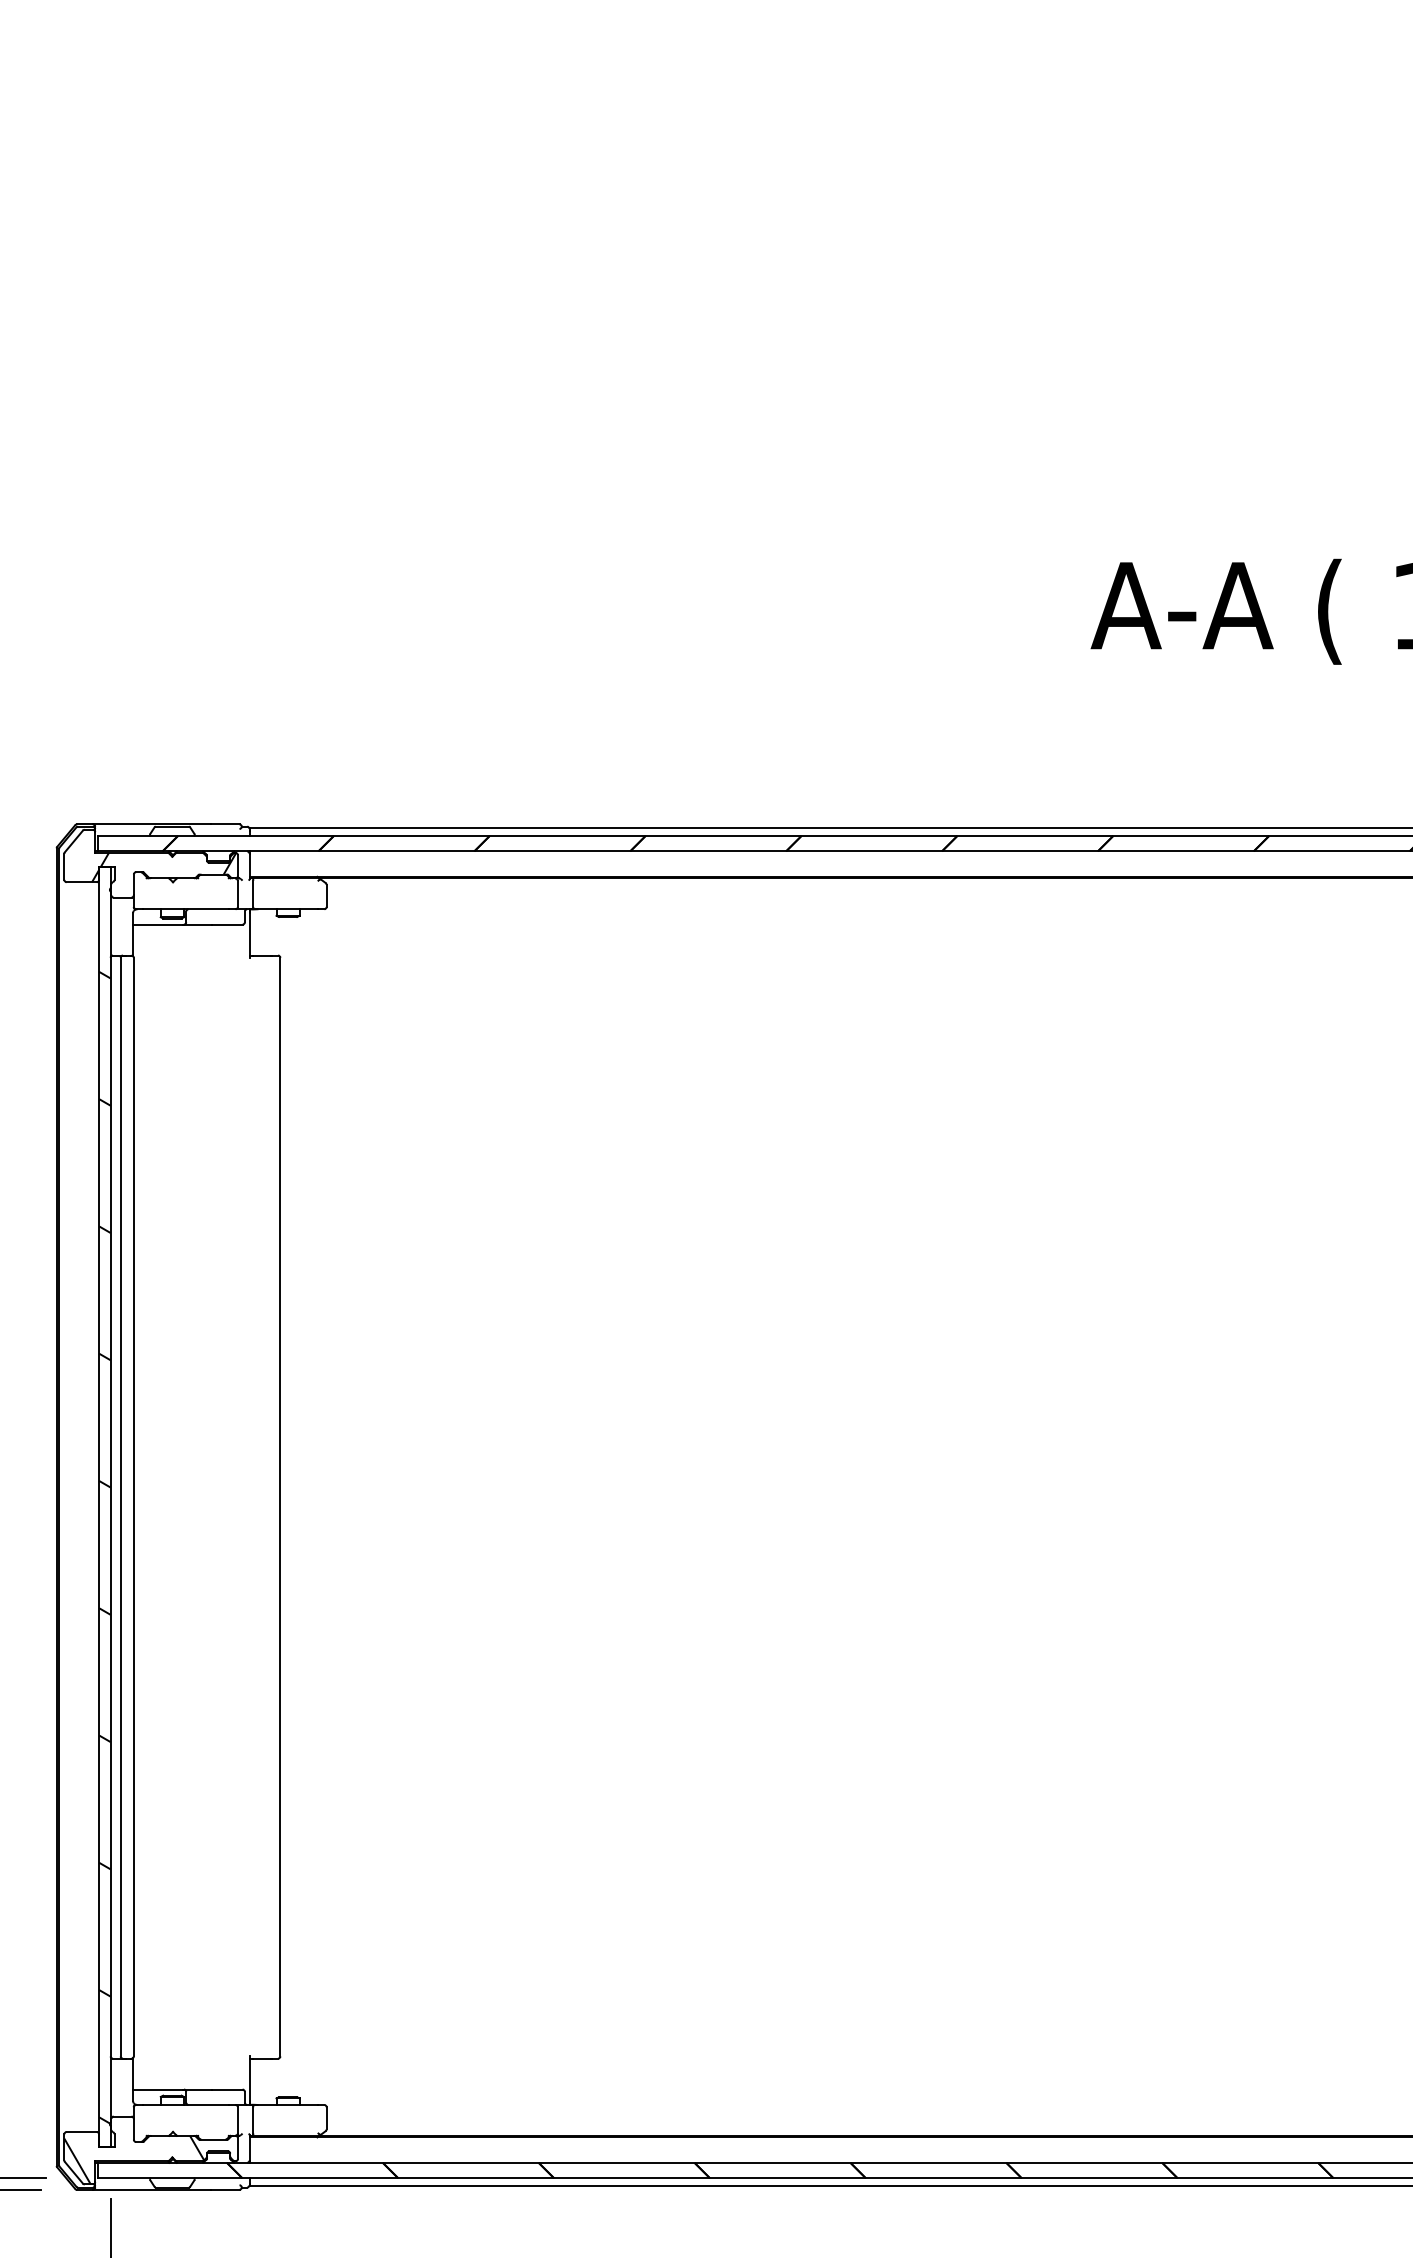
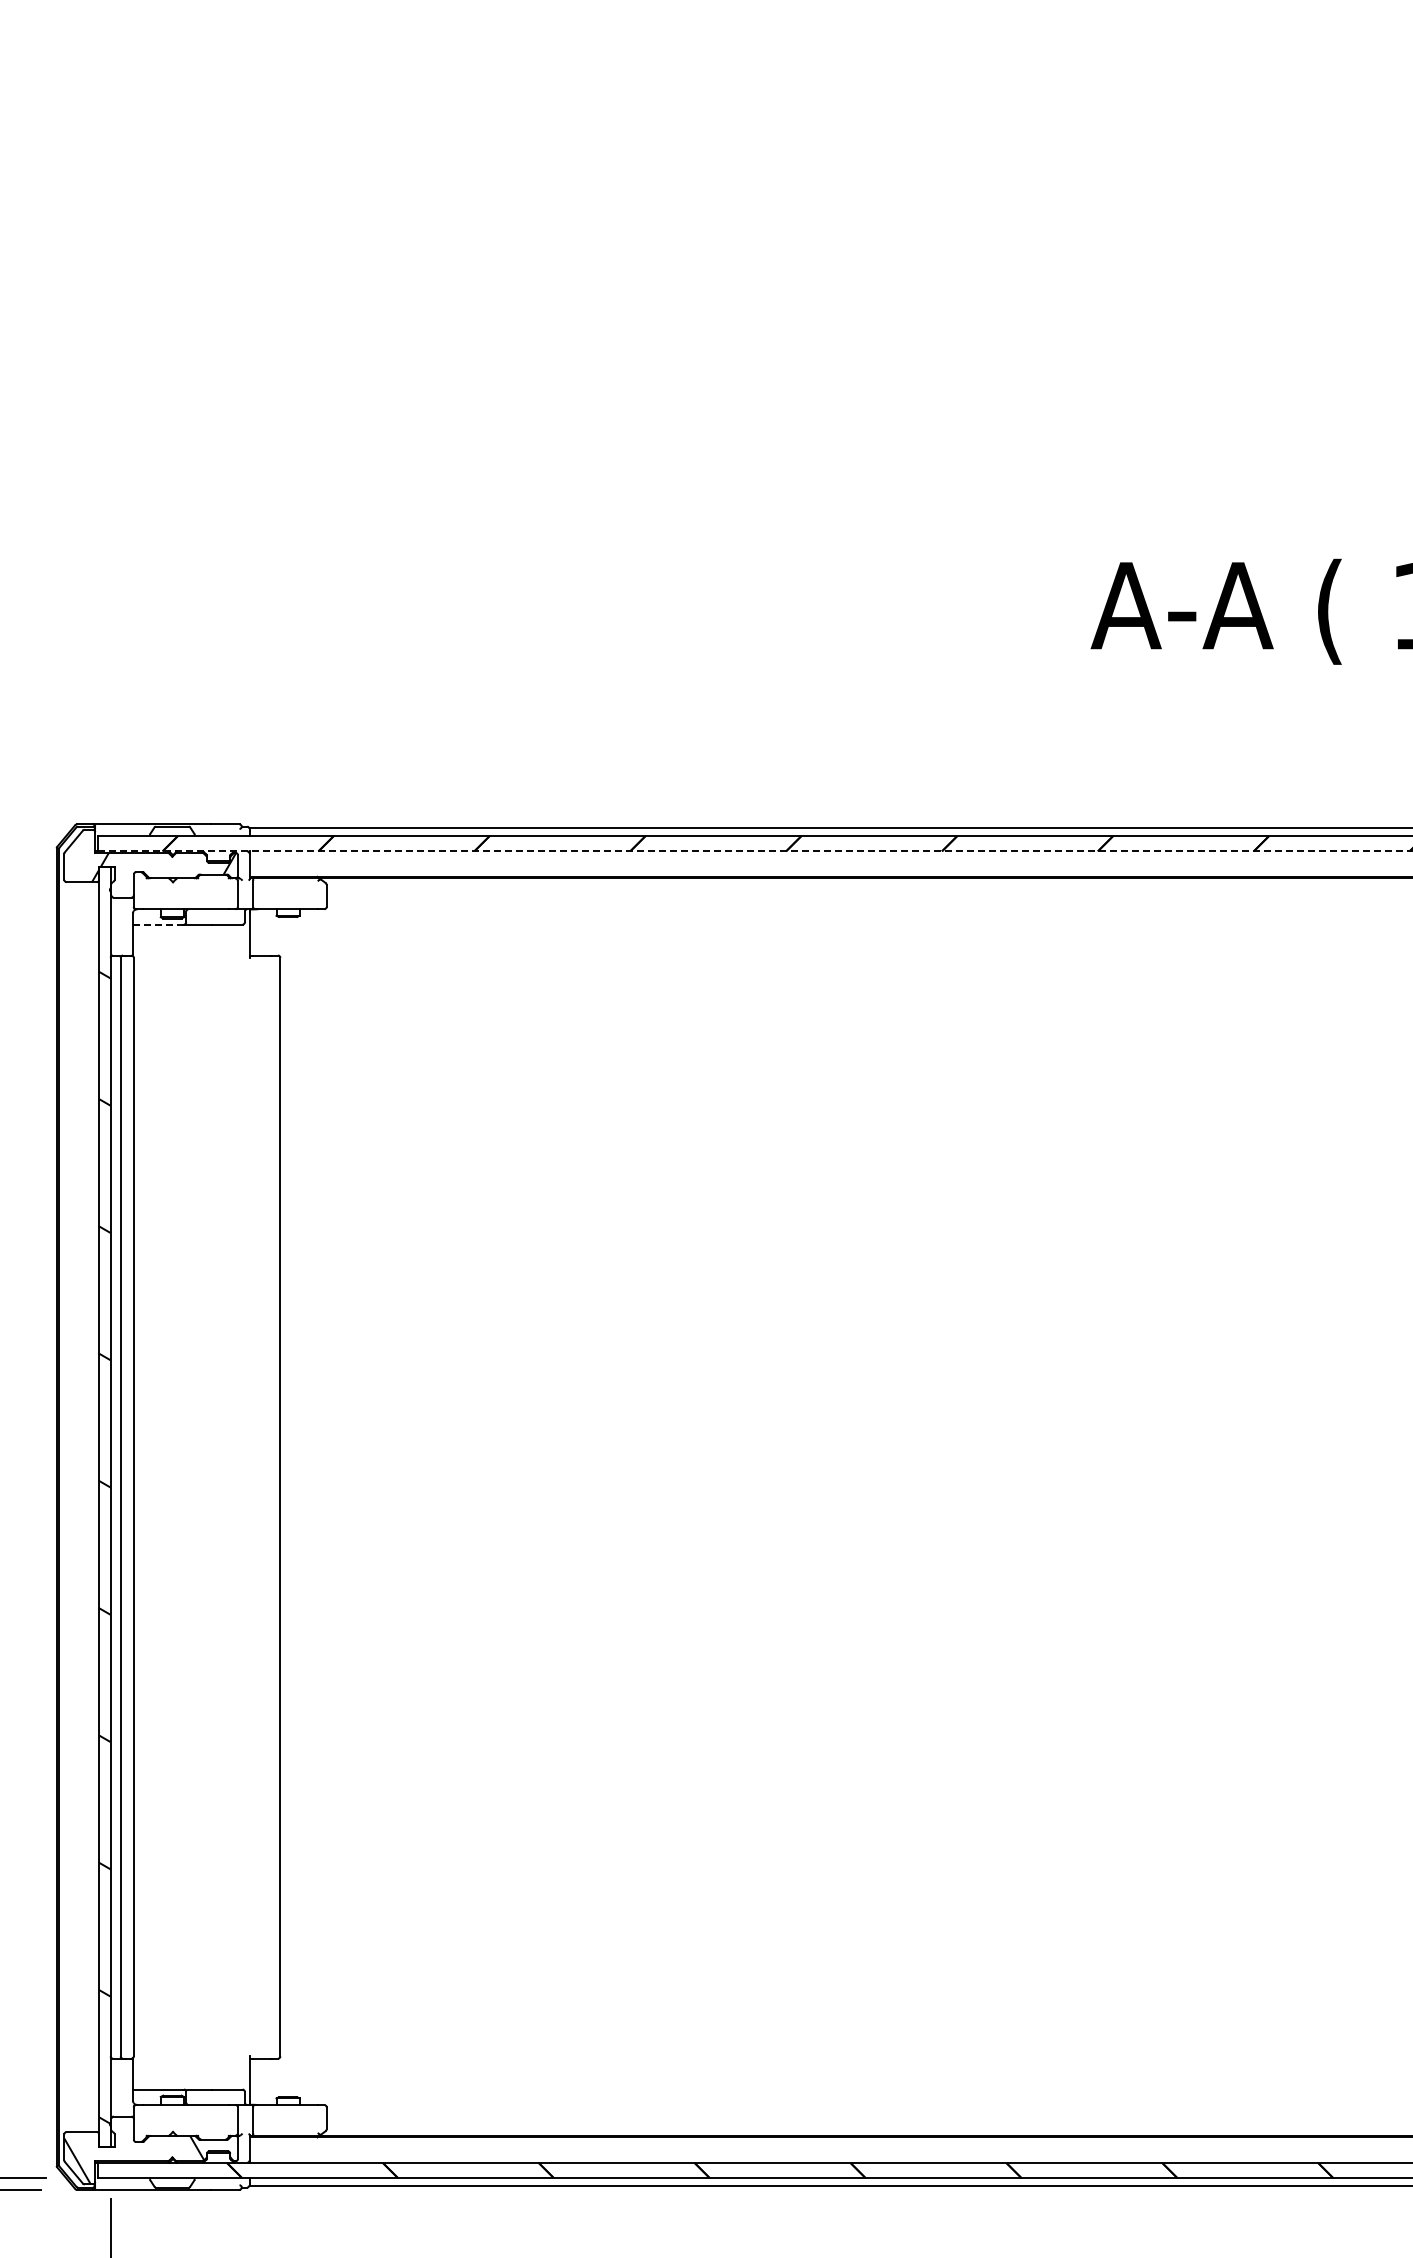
line at (755, 851): solid -> dashed
line at (157, 924): solid -> dashed
